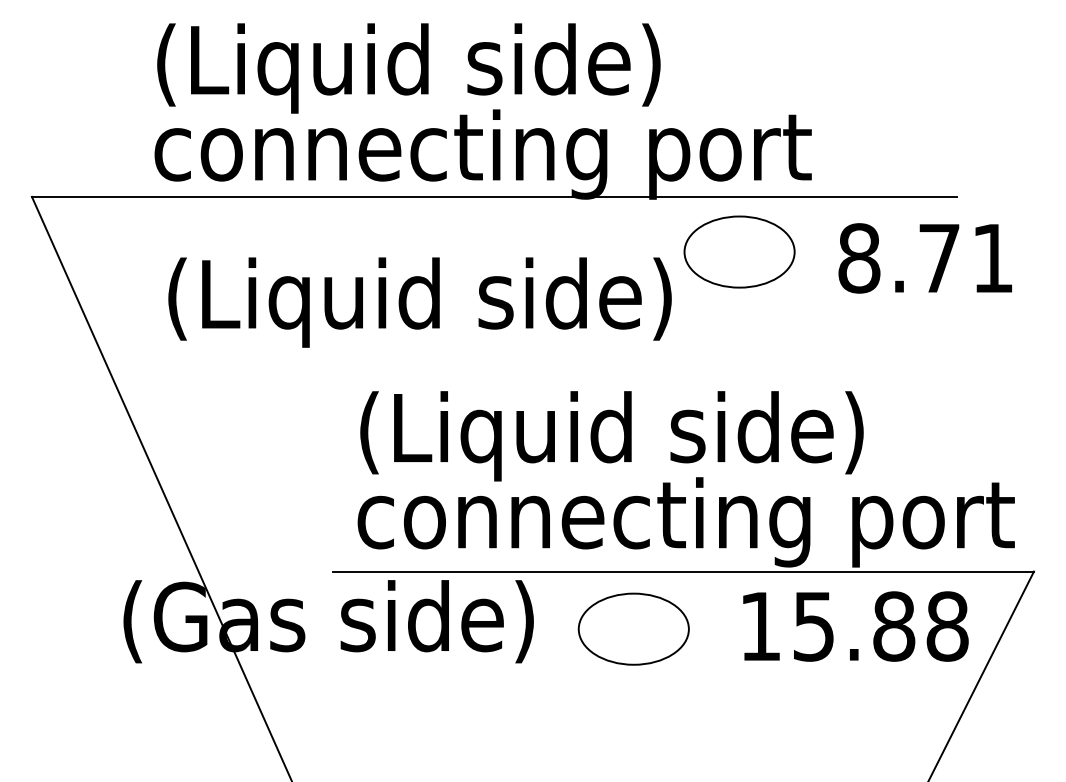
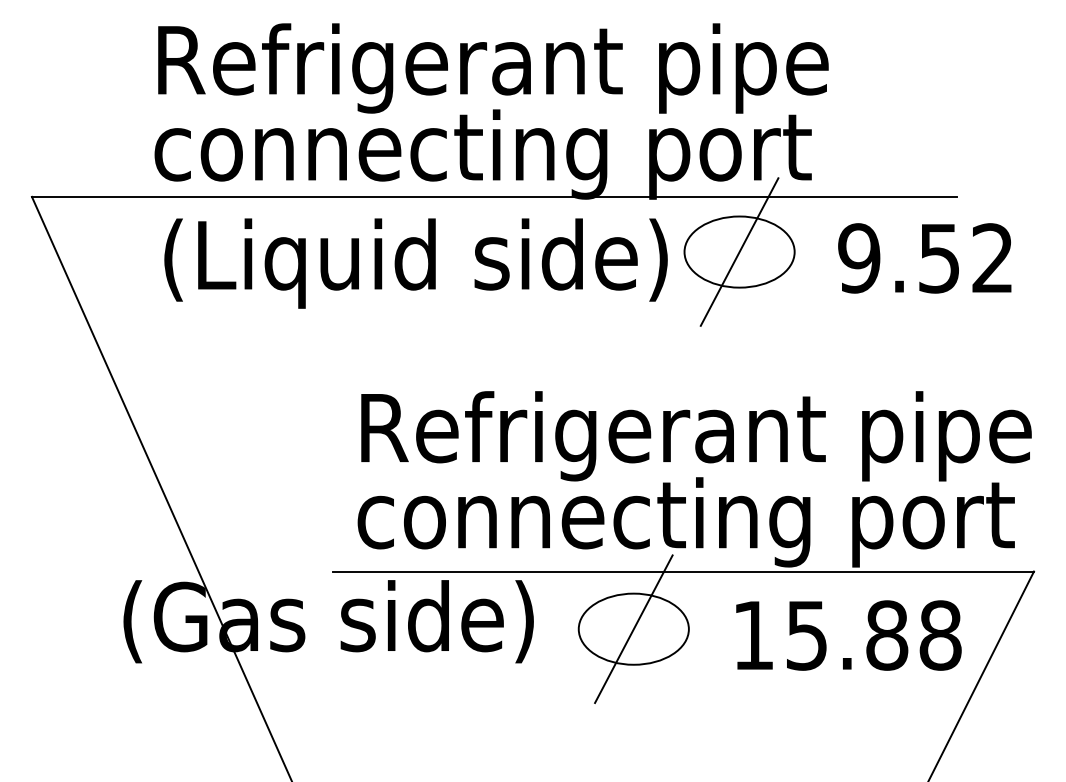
text at (492, 68): (Liquid side) -> Refrigerant pipe
line at (739, 251): none -> present
text at (925, 258): 8.71 -> 9.52
text at (419, 302) position: (419, 302) -> (415, 263)
text at (695, 436): (Liquid side) -> Refrigerant pipe
text at (855, 626) position: (855, 626) -> (848, 635)
line at (633, 629): none -> present
